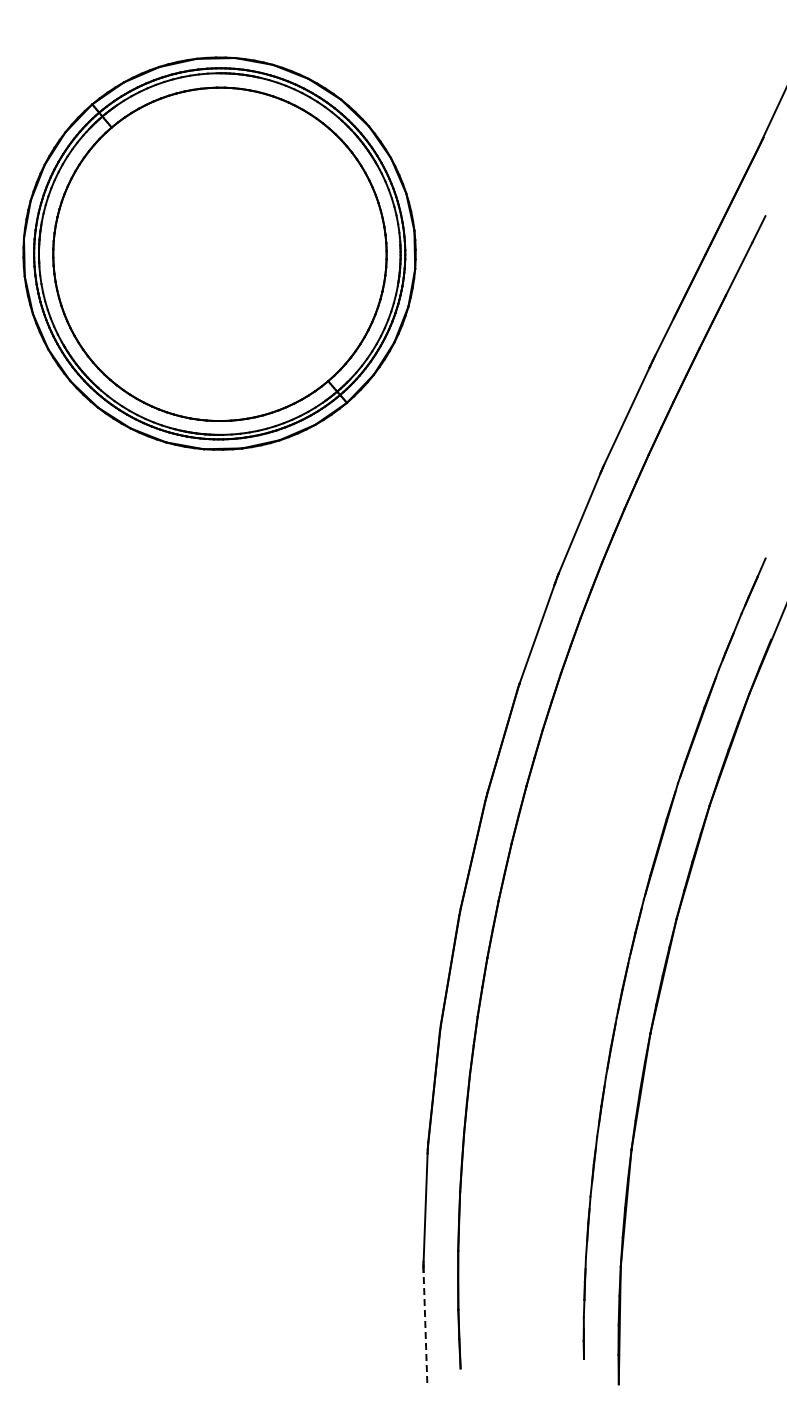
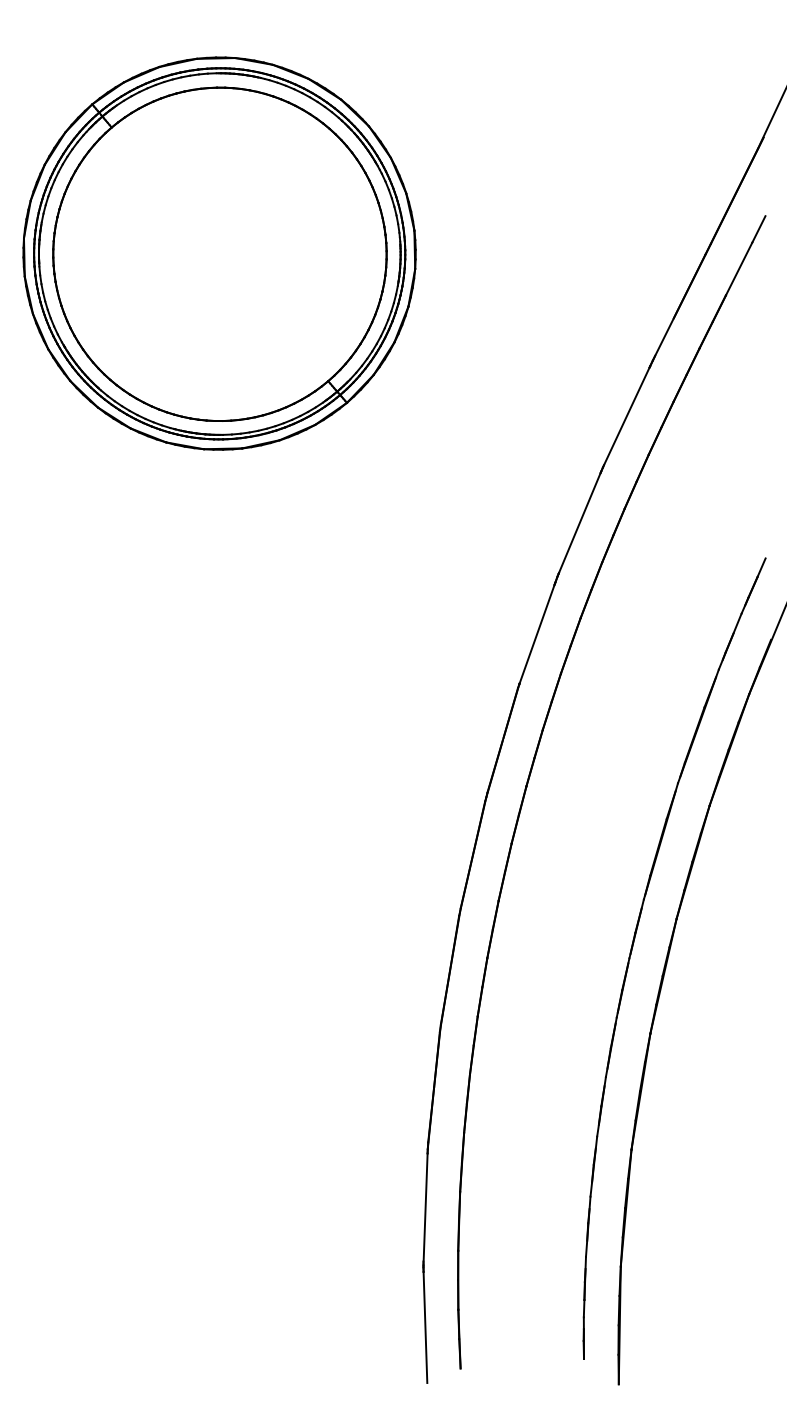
line at (425, 1327): dashed -> solid
